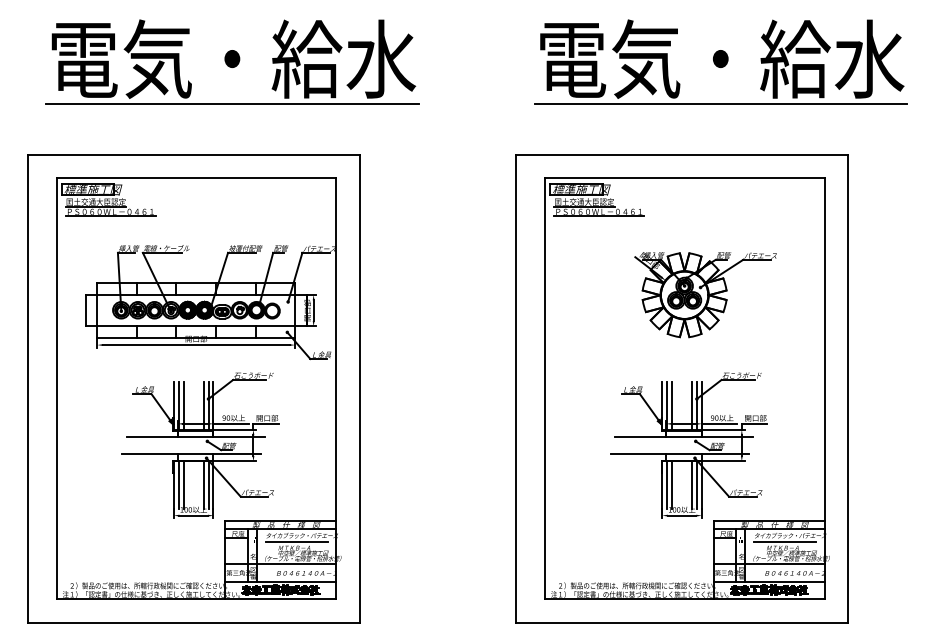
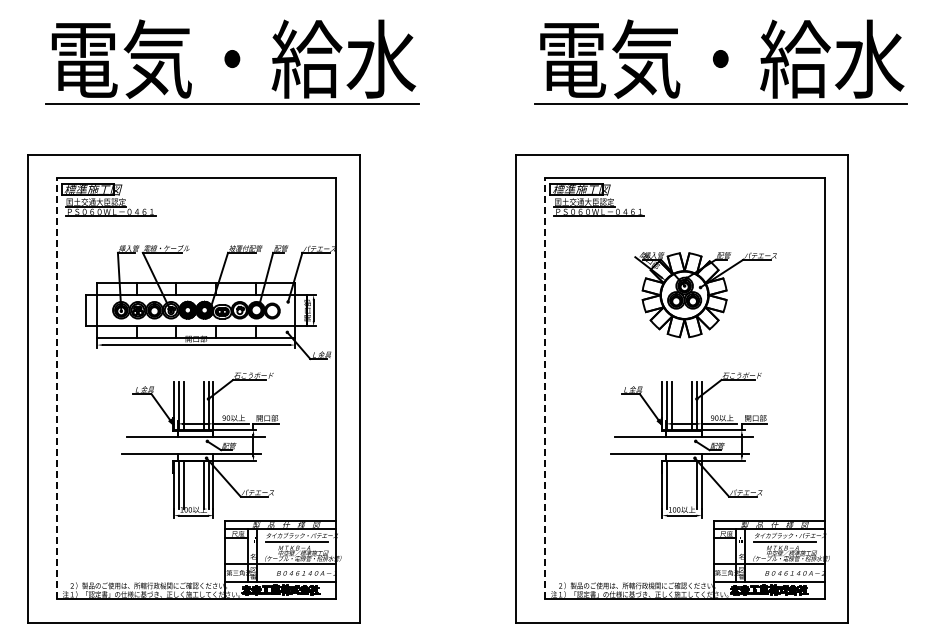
line at (56, 388): solid -> dashed
line at (544, 388): solid -> dashed
line at (672, 484): present -> none
line at (691, 484): present -> none
